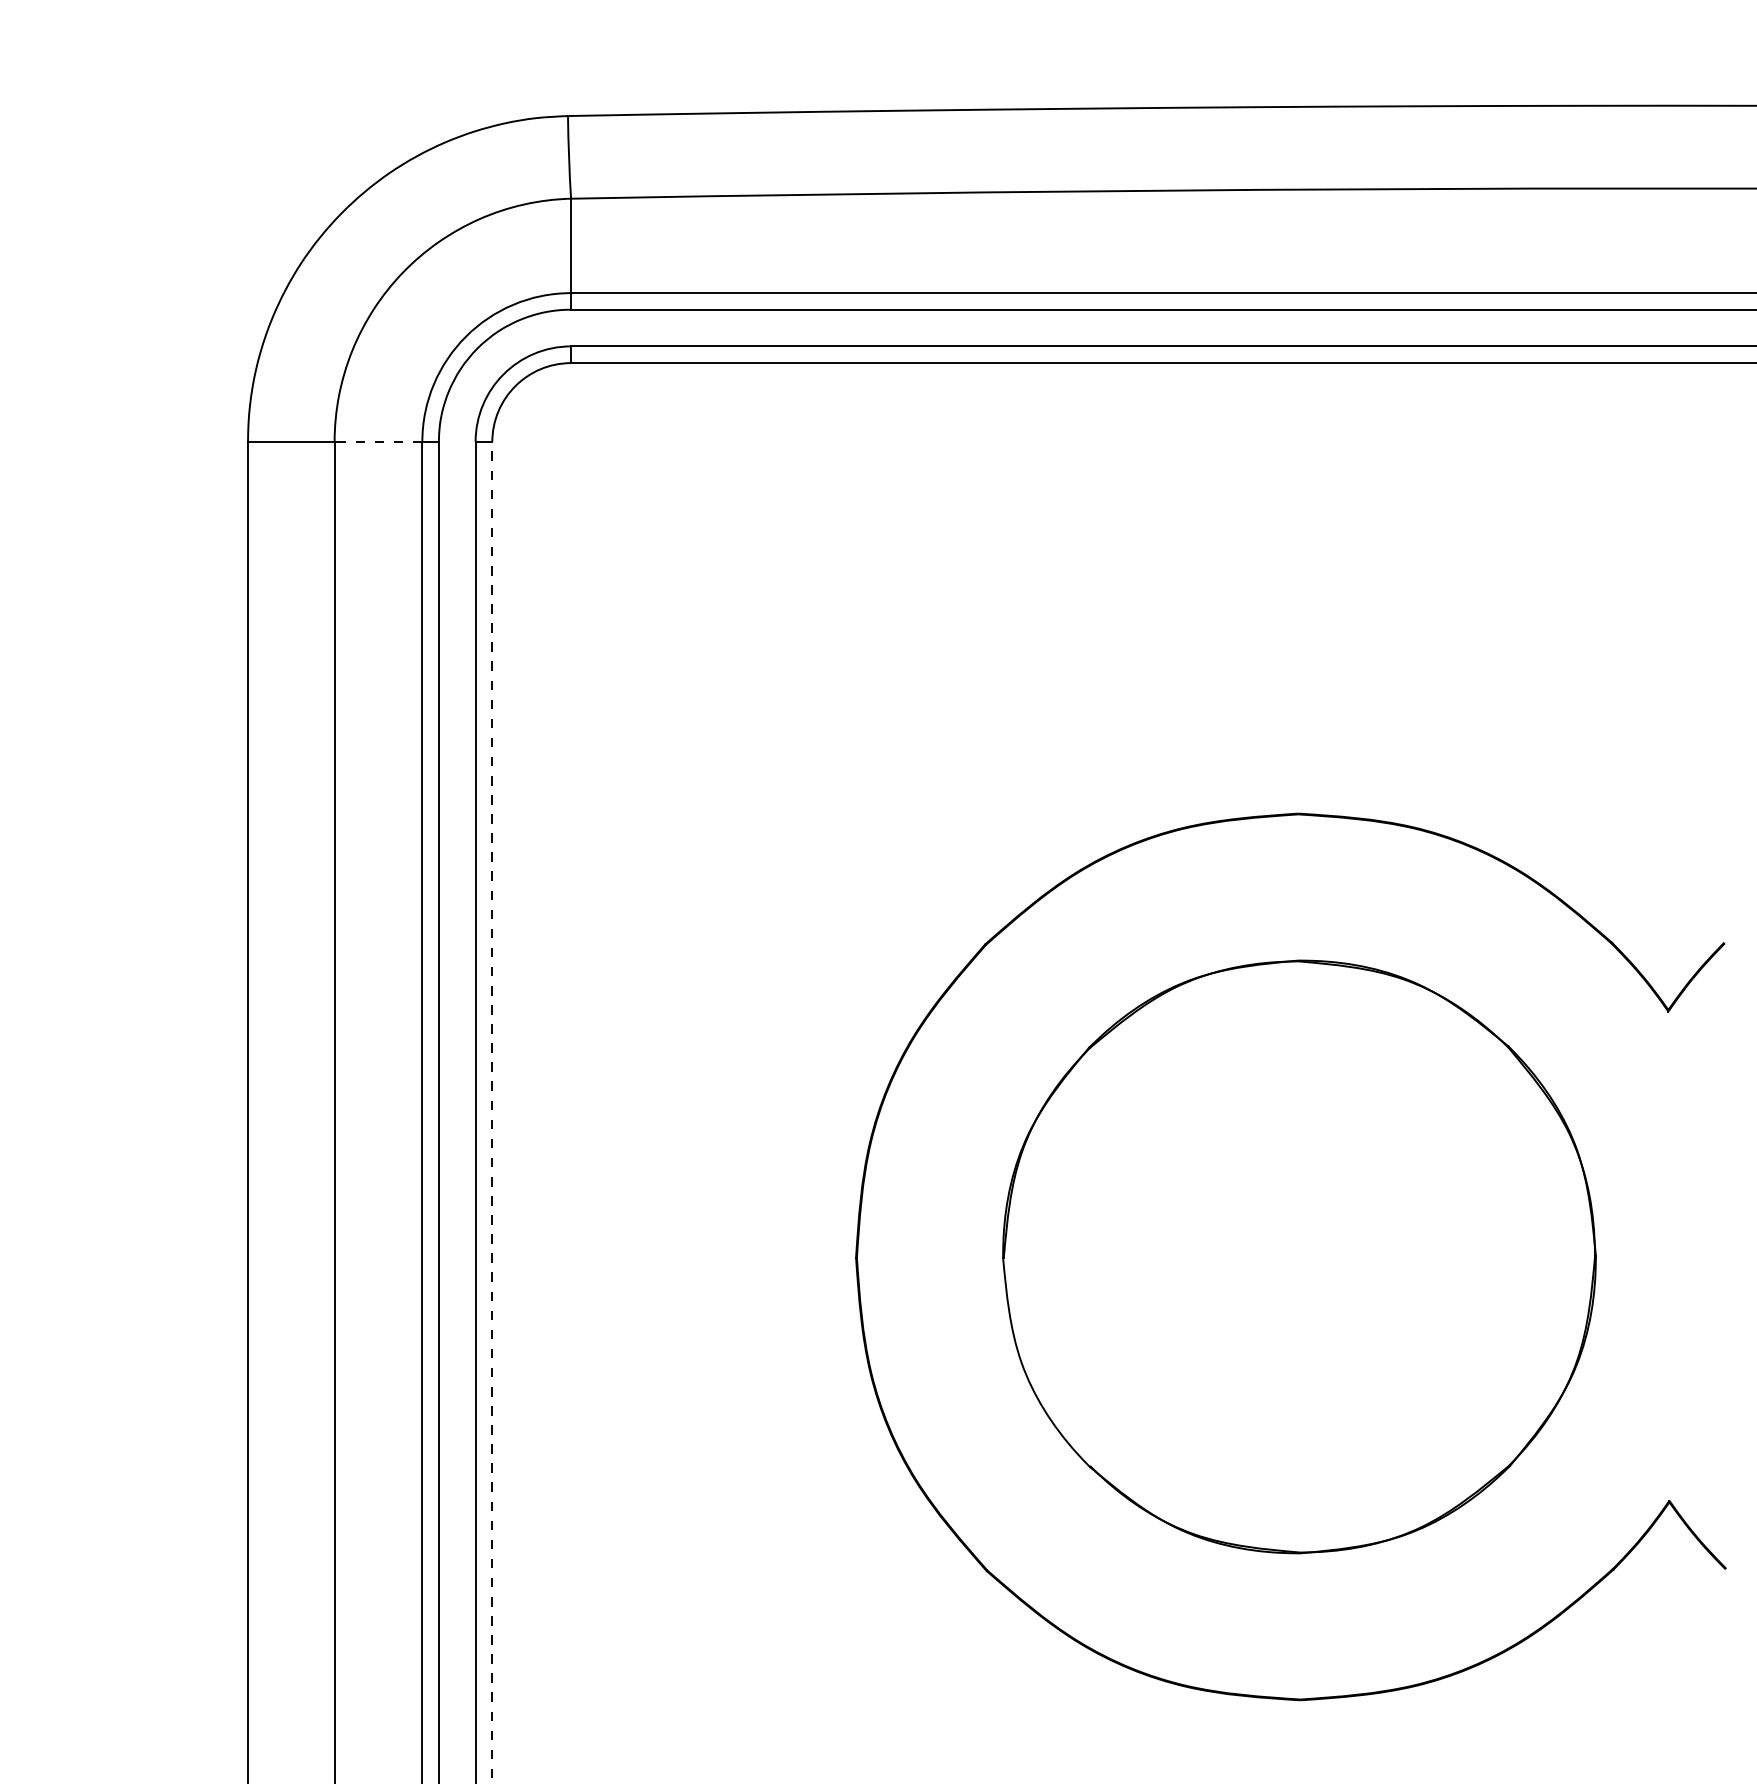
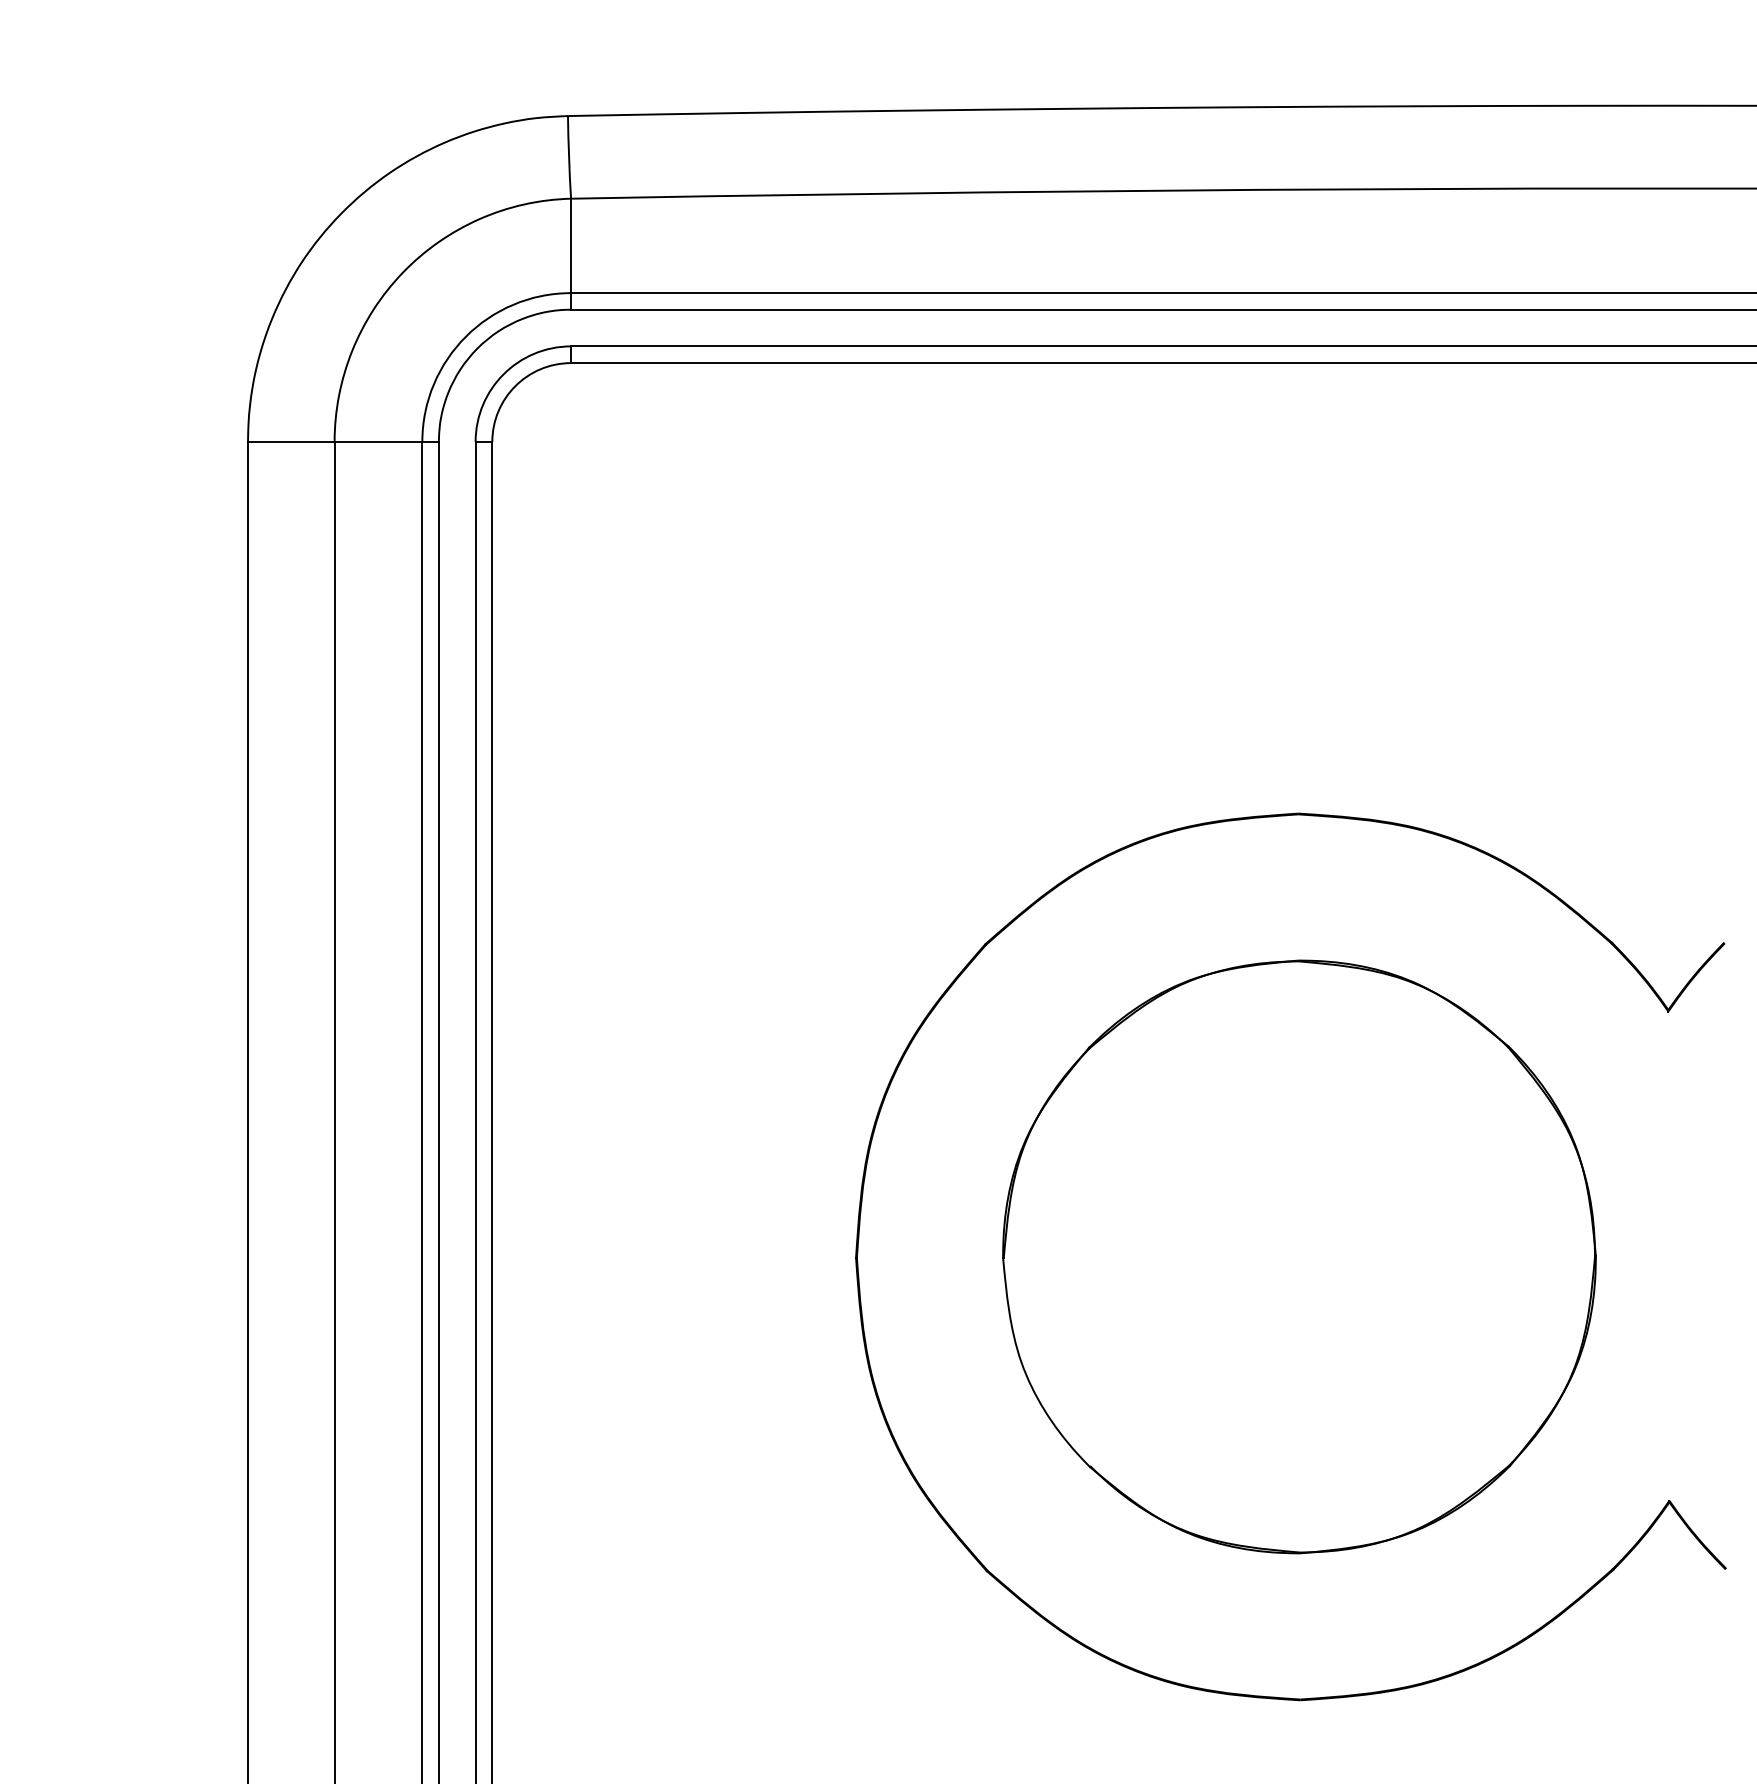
line at (378, 441): dashed -> solid
line at (492, 1112): dashed -> solid
